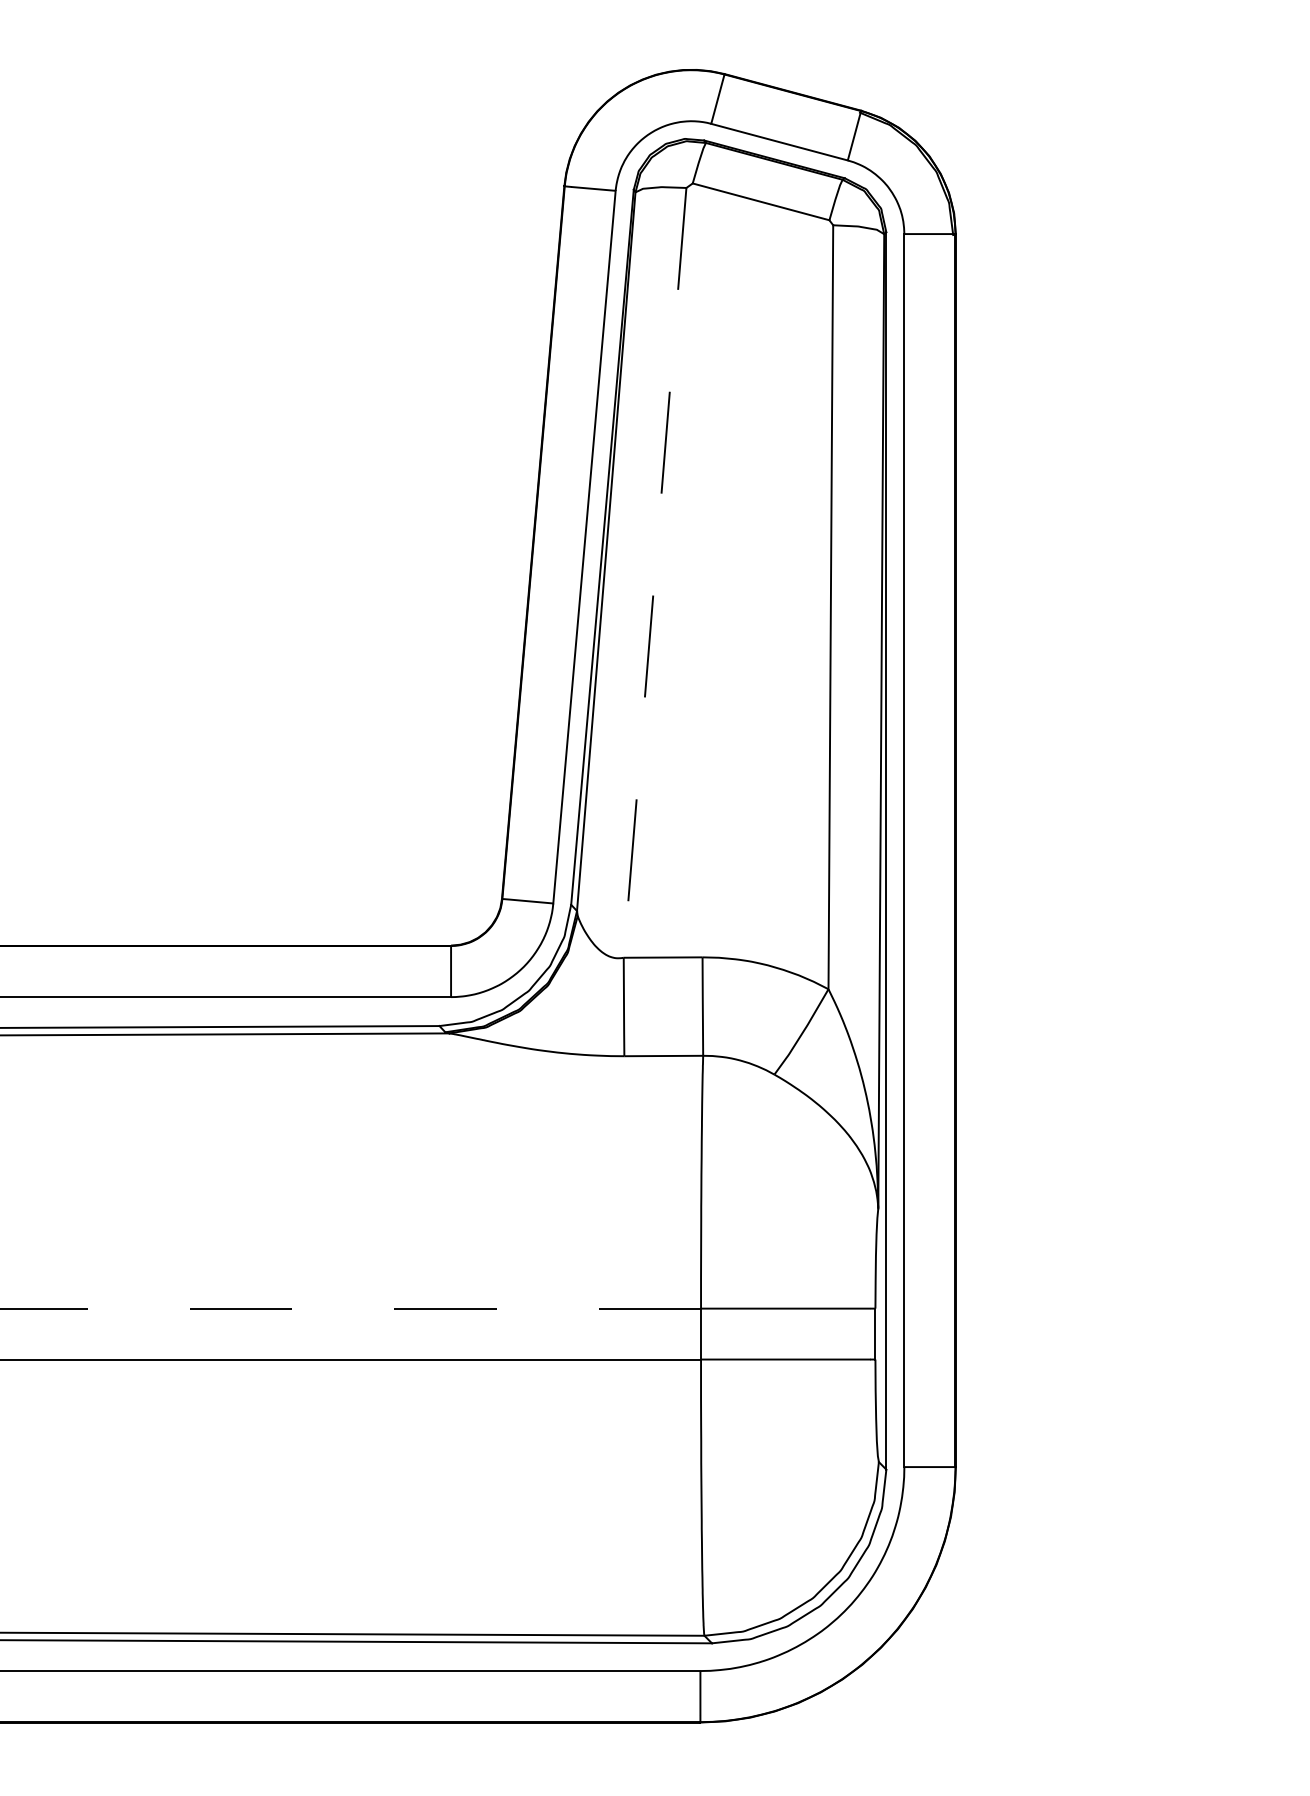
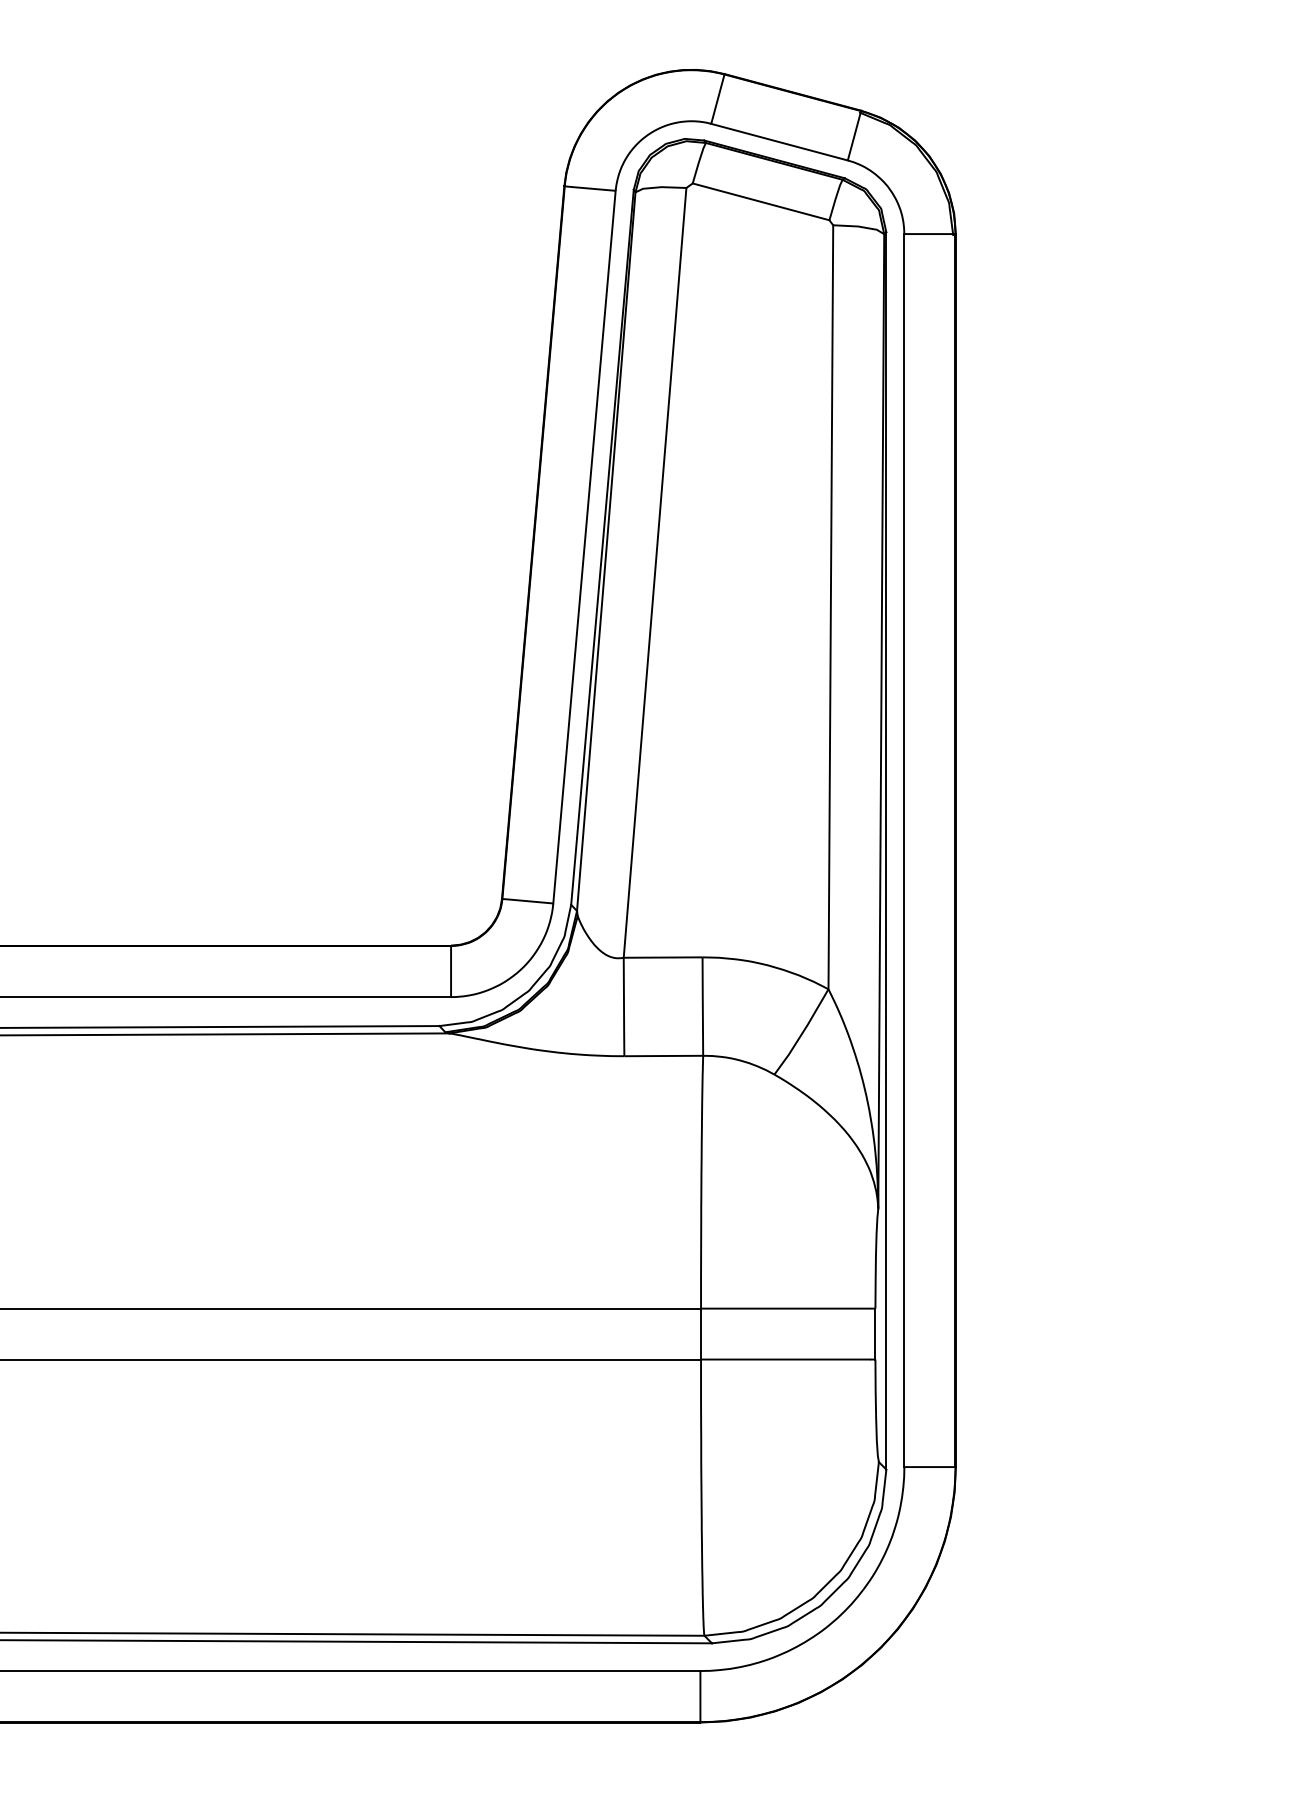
line at (655, 573): dashed -> solid
line at (350, 1308): dashed -> solid
